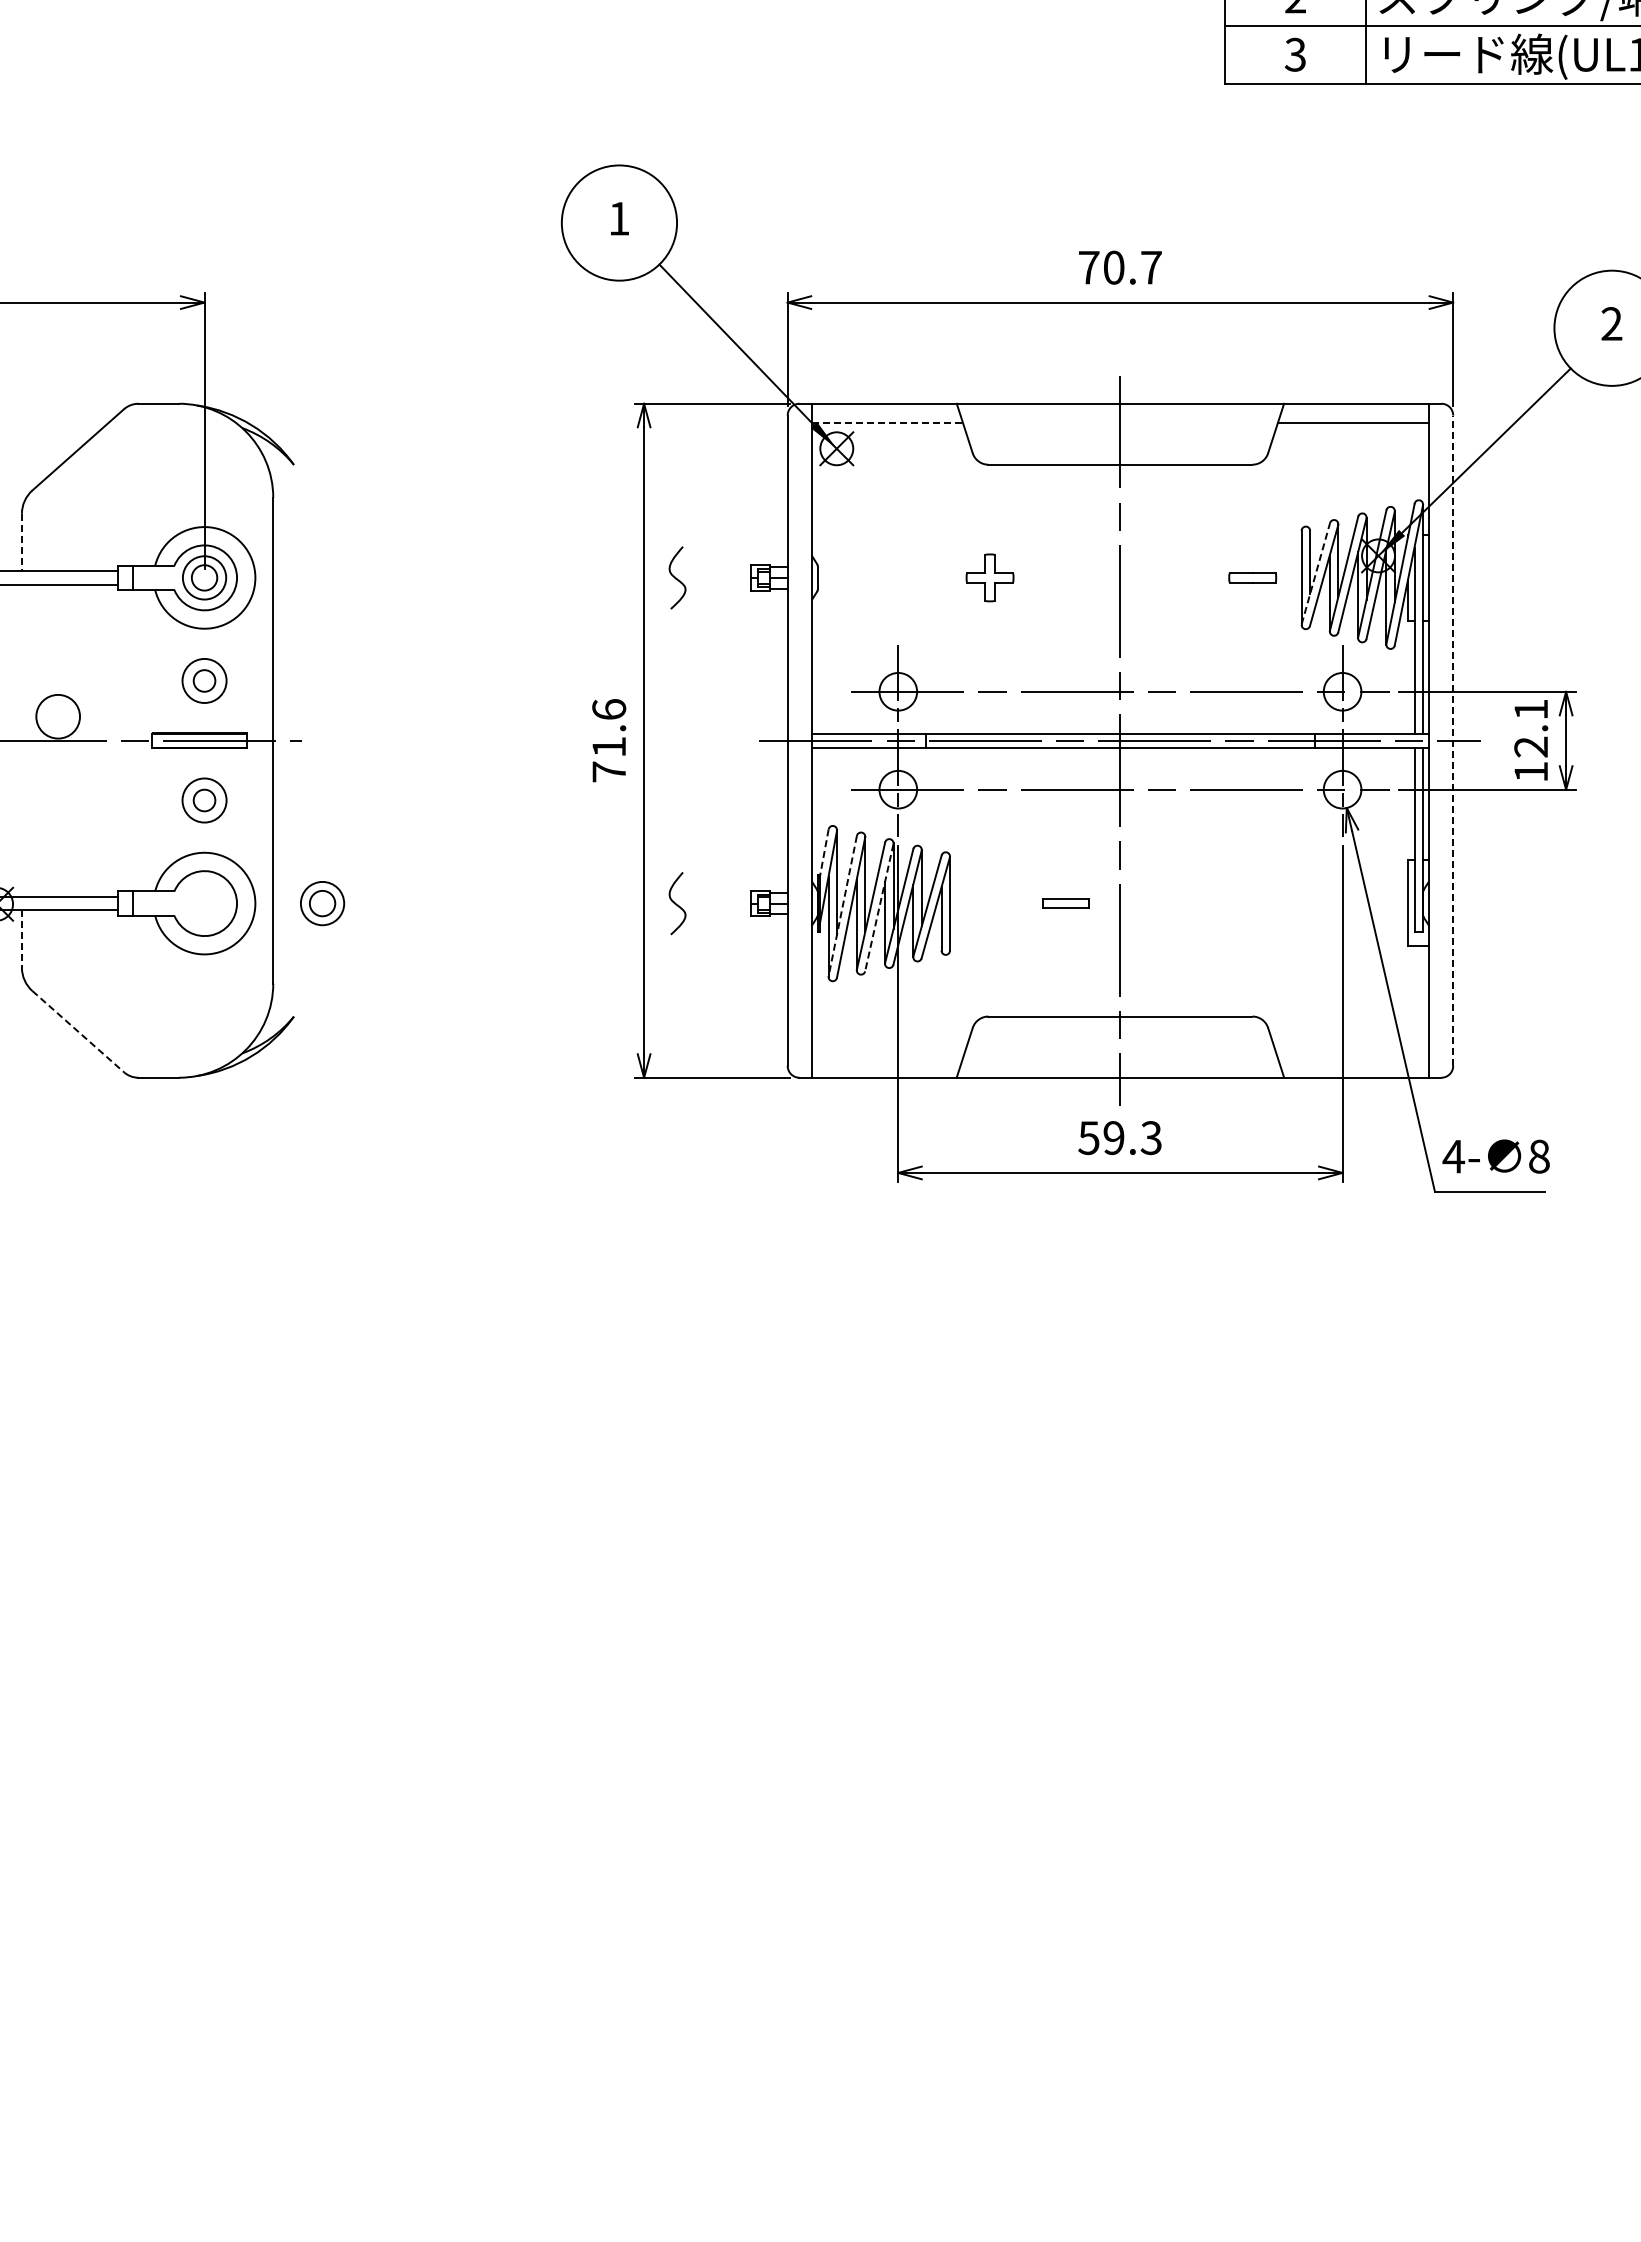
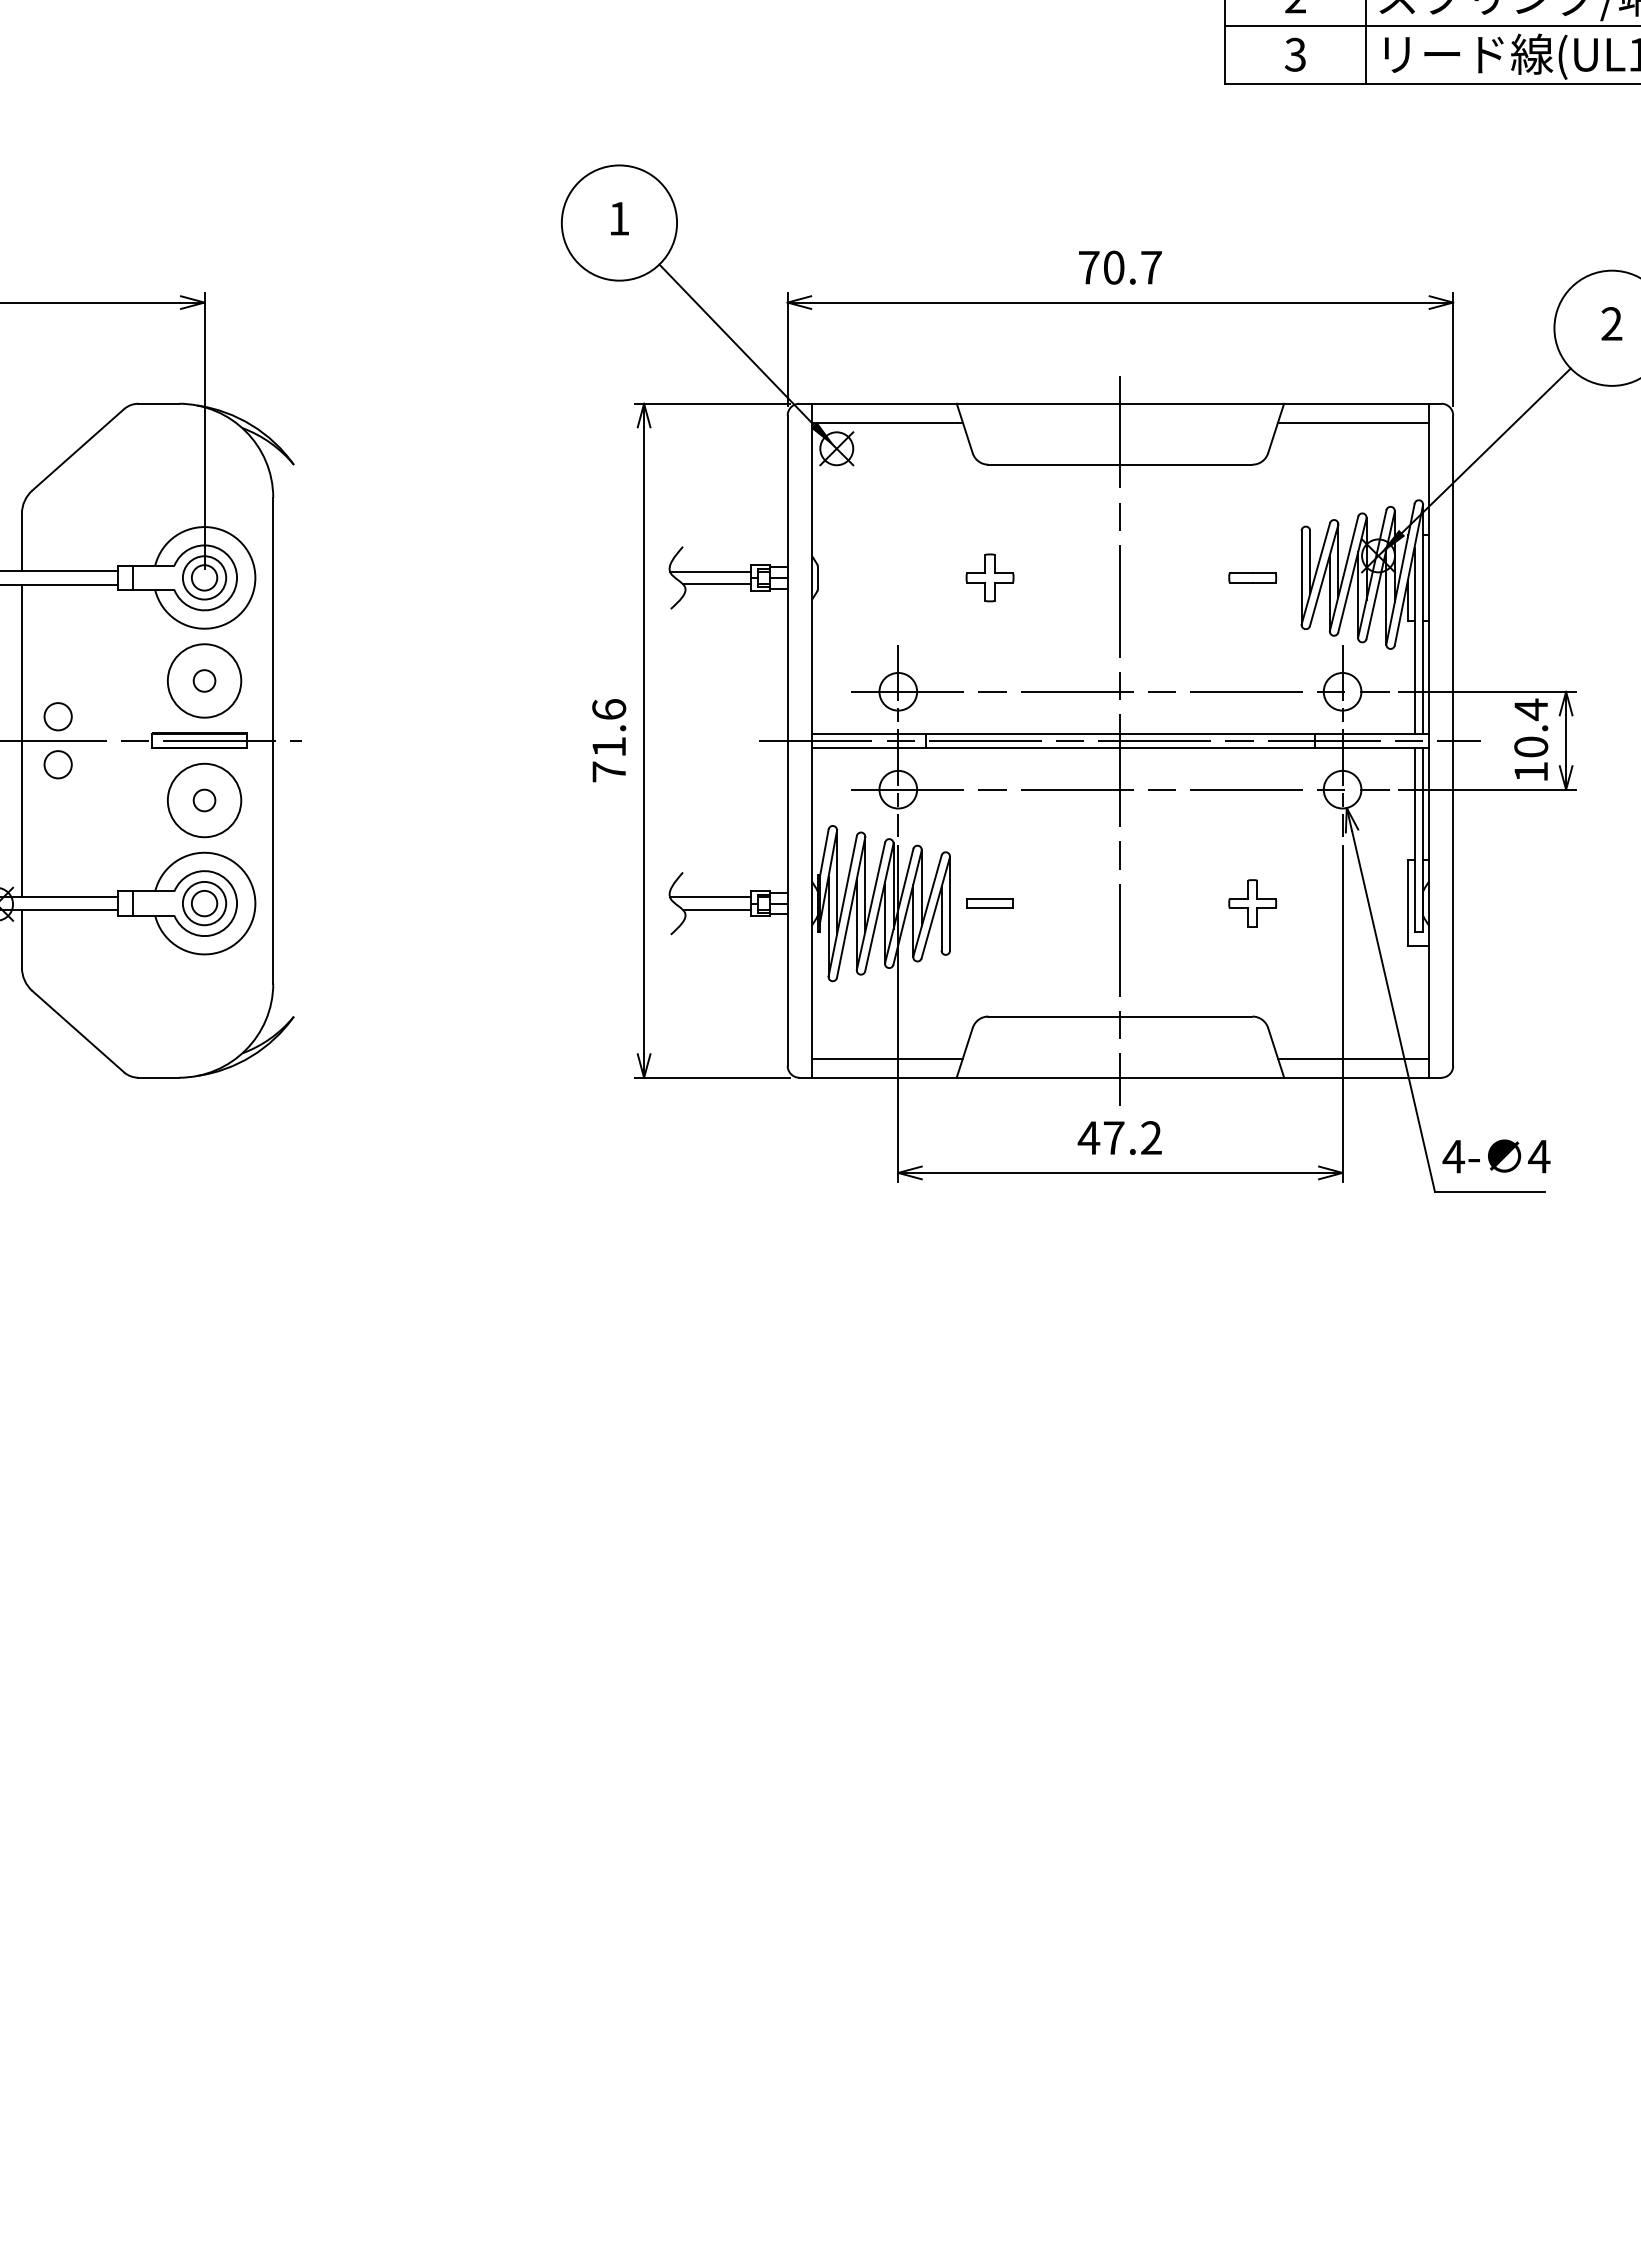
line at (888, 422): dashed -> solid
line at (21, 542): dashed -> solid
line at (710, 571): none -> present
line at (1315, 573): dashed -> solid
line at (716, 584): none -> present
circle at (204, 680) diameter: 44 px -> 73 px
circle at (58, 716) diameter: 44 px -> 27 px
text at (1531, 727): 12.1 -> 10.4
line at (21, 740): none -> present
line at (1453, 740): dashed -> solid
circle at (57, 764): none -> present
circle at (204, 800) diameter: 44 px -> 73 px
line at (824, 853): dashed -> solid
line at (710, 897): none -> present
part at (322, 903) position: (322, 903) -> (204, 903)
part at (1065, 903) position: (1065, 903) -> (989, 903)
part at (1252, 903): none -> present
line at (842, 906): dashed -> solid
line at (879, 908): dashed -> solid
line at (716, 909): none -> present
line at (21, 939): dashed -> solid
line at (78, 1031): dashed -> solid
line at (887, 1058): none -> present
line at (1353, 1058): none -> present
text at (1119, 1138): 59.3 -> 47.2
text at (1539, 1156): 8 -> 4
